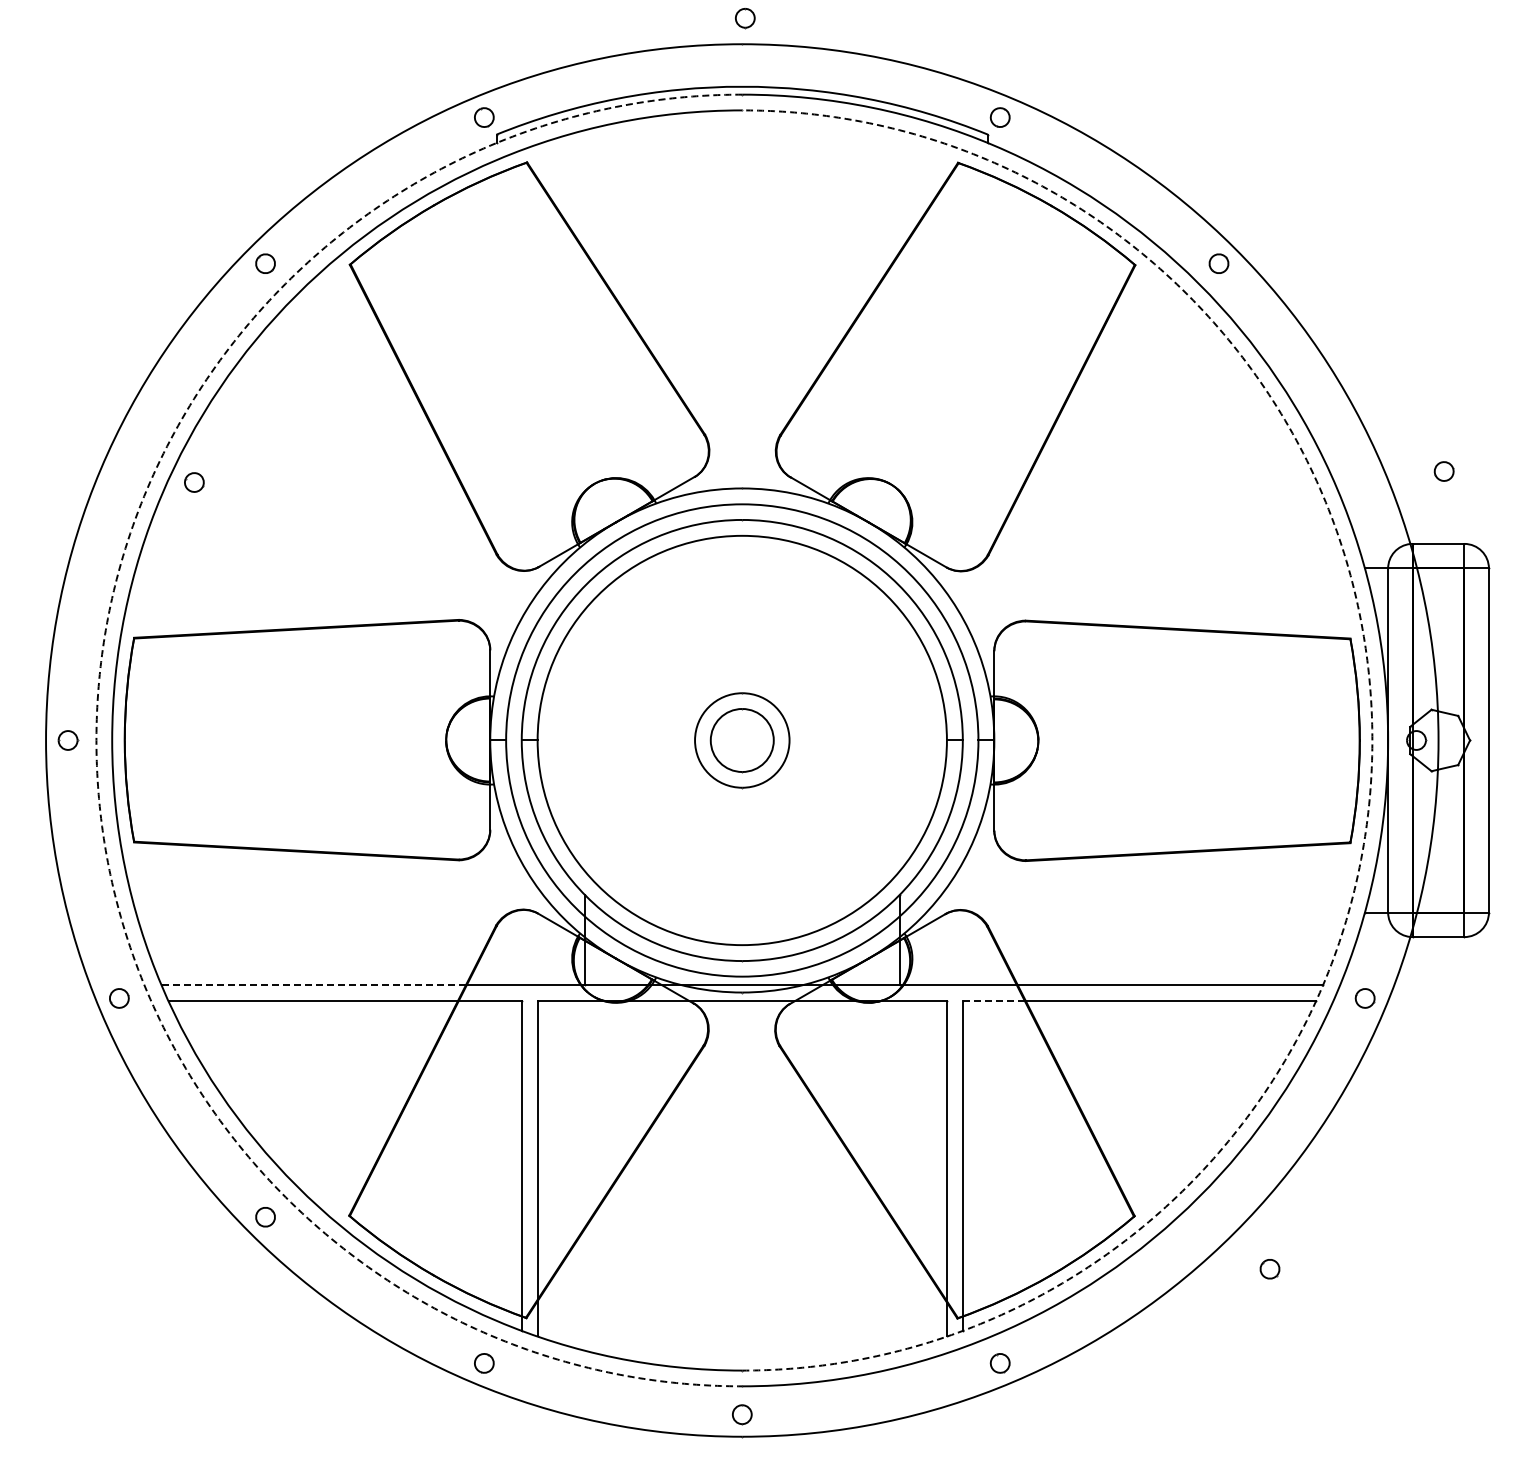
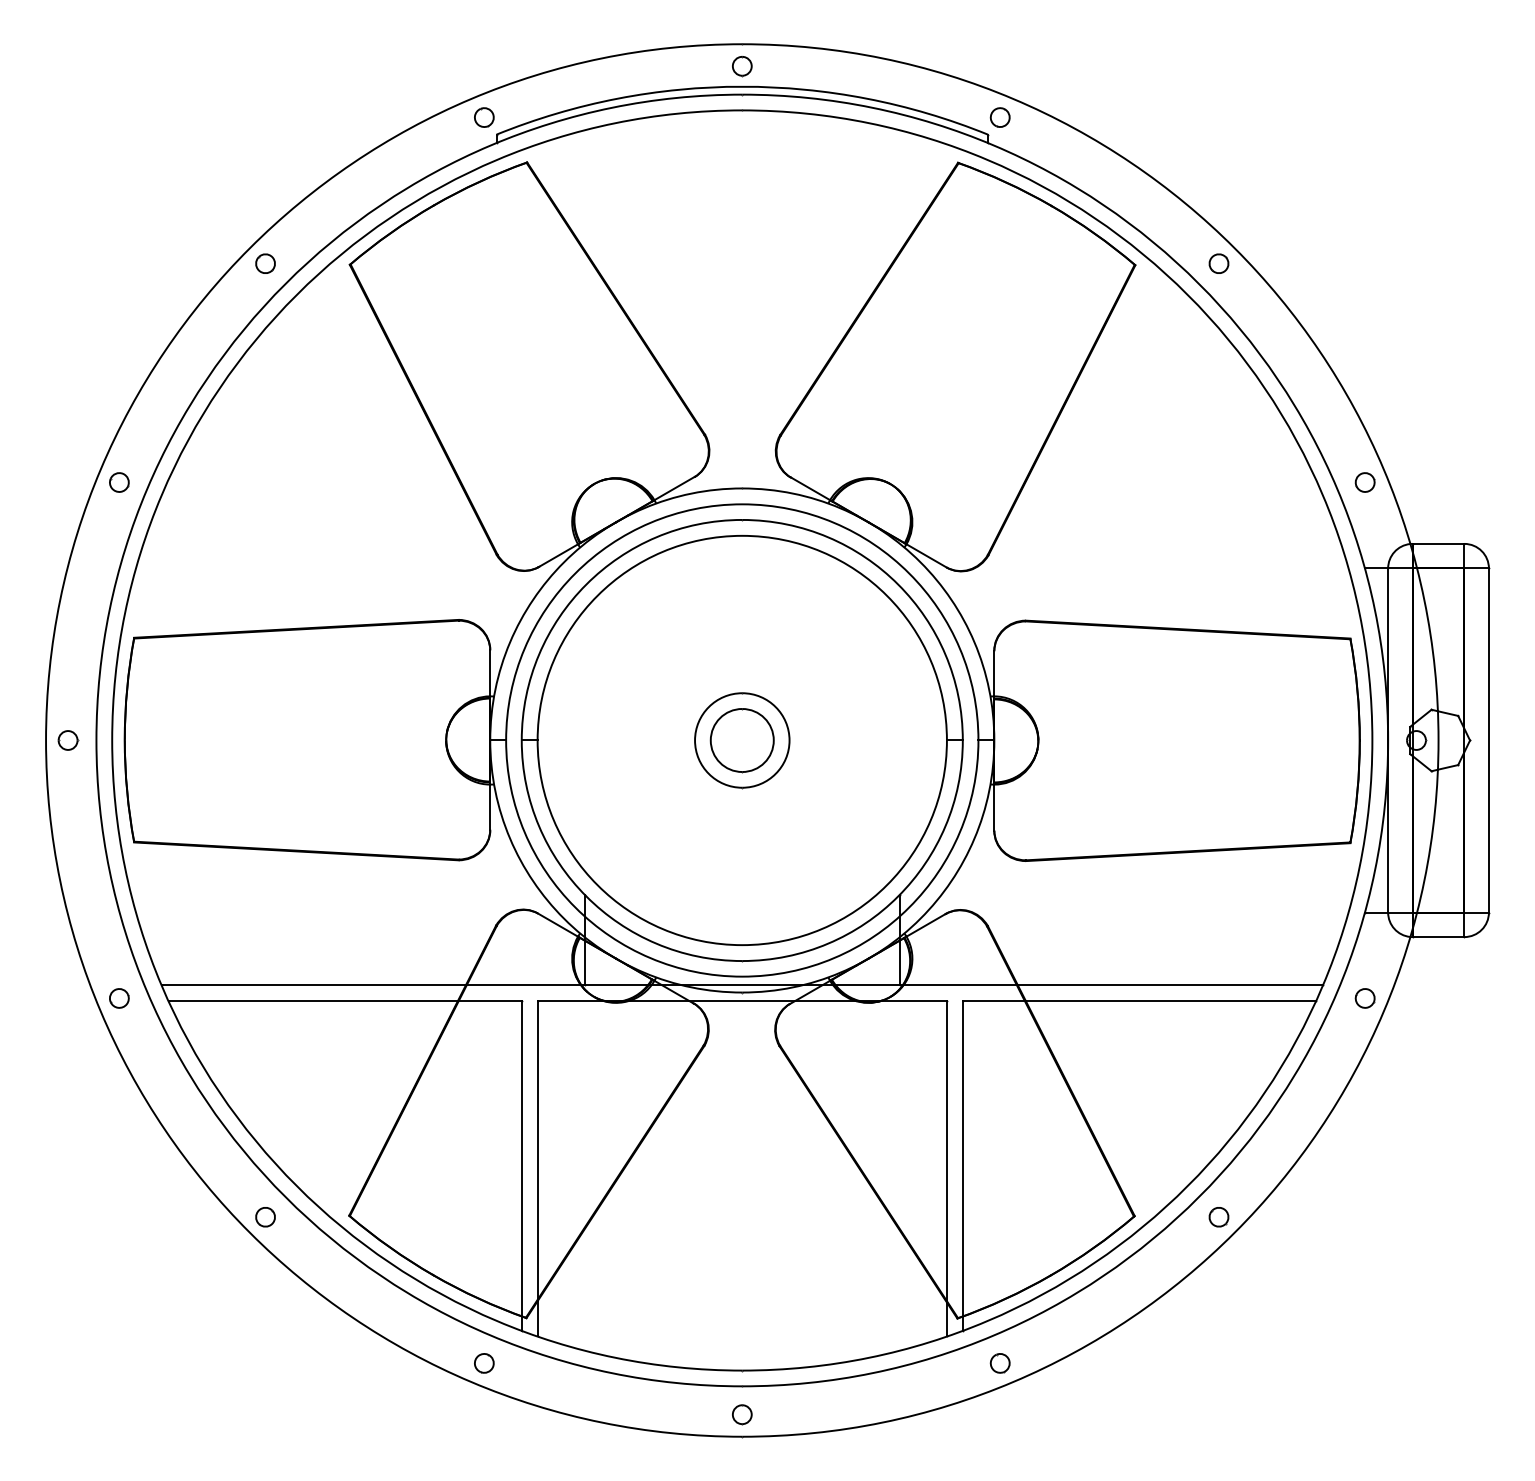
part at (745, 18) position: (745, 18) -> (742, 66)
part at (1443, 471) position: (1443, 471) -> (1364, 482)
part at (194, 482) position: (194, 482) -> (119, 482)
arc at (96, 740): dashed -> solid
arc at (1372, 740): dashed -> solid
line at (313, 984): dashed -> solid
line at (994, 1000): dashed -> solid
part at (1269, 1269) position: (1269, 1269) -> (1218, 1217)
